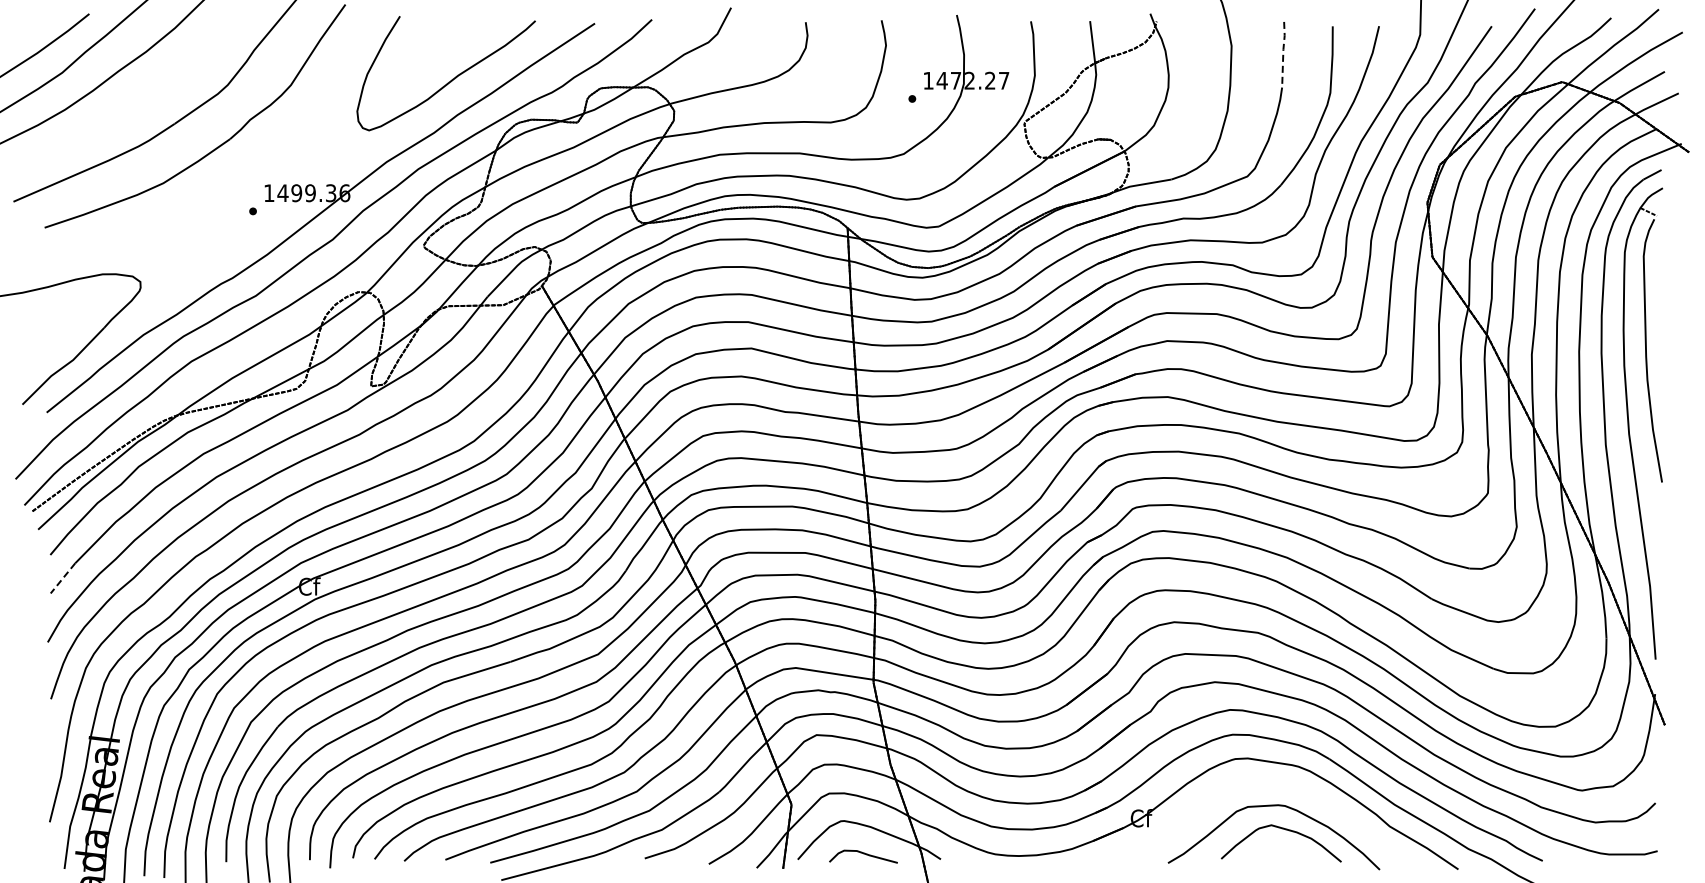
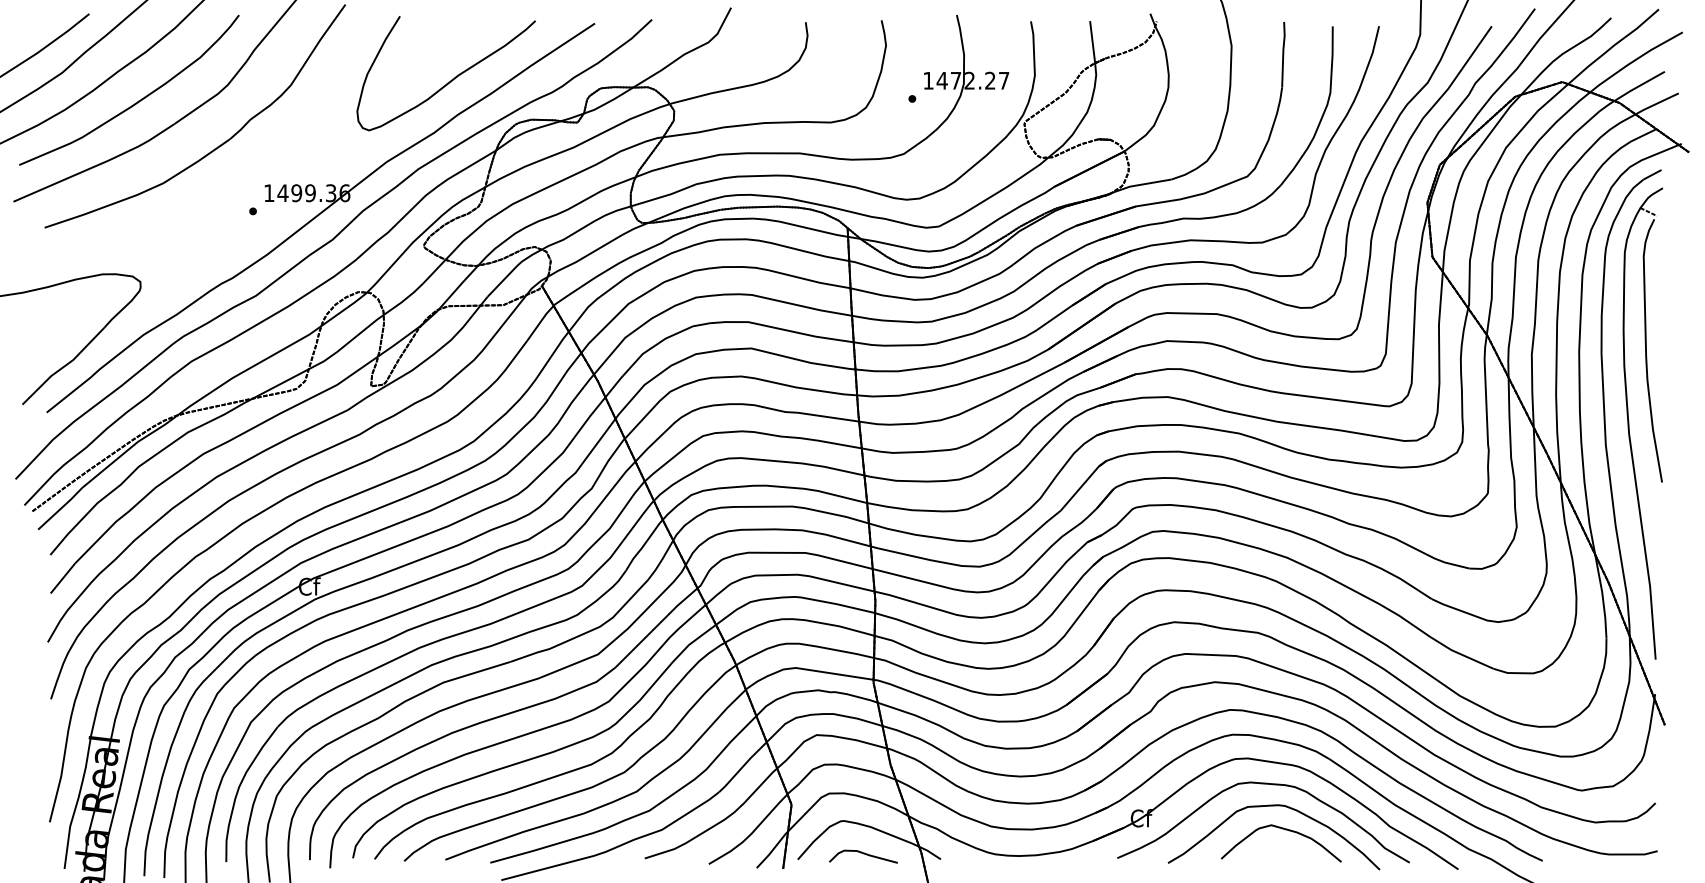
line at (1283, 53): dashed -> solid
curve at (138, 100): none -> present
line at (62, 578): dashed -> solid
curve at (1263, 784): none -> present
